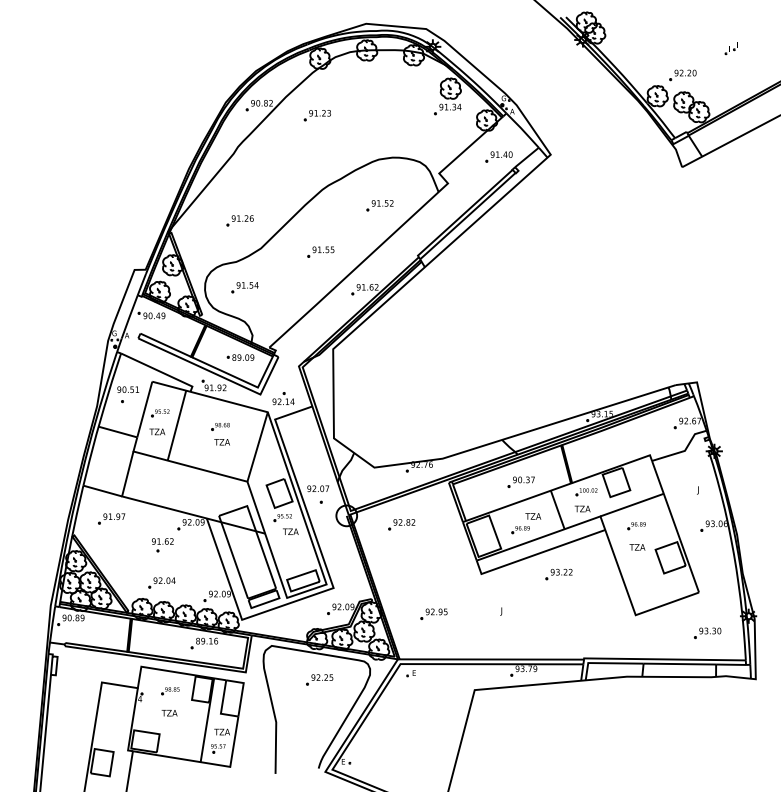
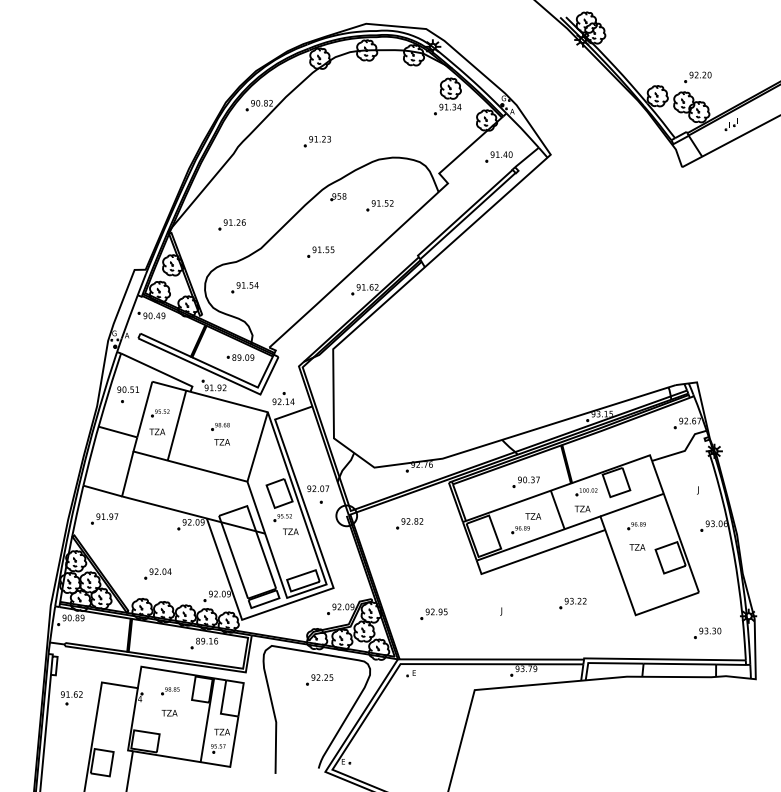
part at (730, 48) position: (730, 48) -> (730, 124)
part at (682, 75) position: (682, 75) -> (697, 77)
part at (316, 115) position: (316, 115) -> (316, 141)
part at (338, 197): none -> present
part at (239, 220) position: (239, 220) -> (231, 224)
part at (520, 481) position: (520, 481) -> (525, 481)
part at (111, 518) position: (111, 518) -> (104, 518)
part at (401, 524) position: (401, 524) -> (409, 523)
part at (162, 545) position: (162, 545) -> (71, 698)
part at (558, 574) position: (558, 574) -> (572, 603)
part at (161, 582) position: (161, 582) -> (157, 573)
